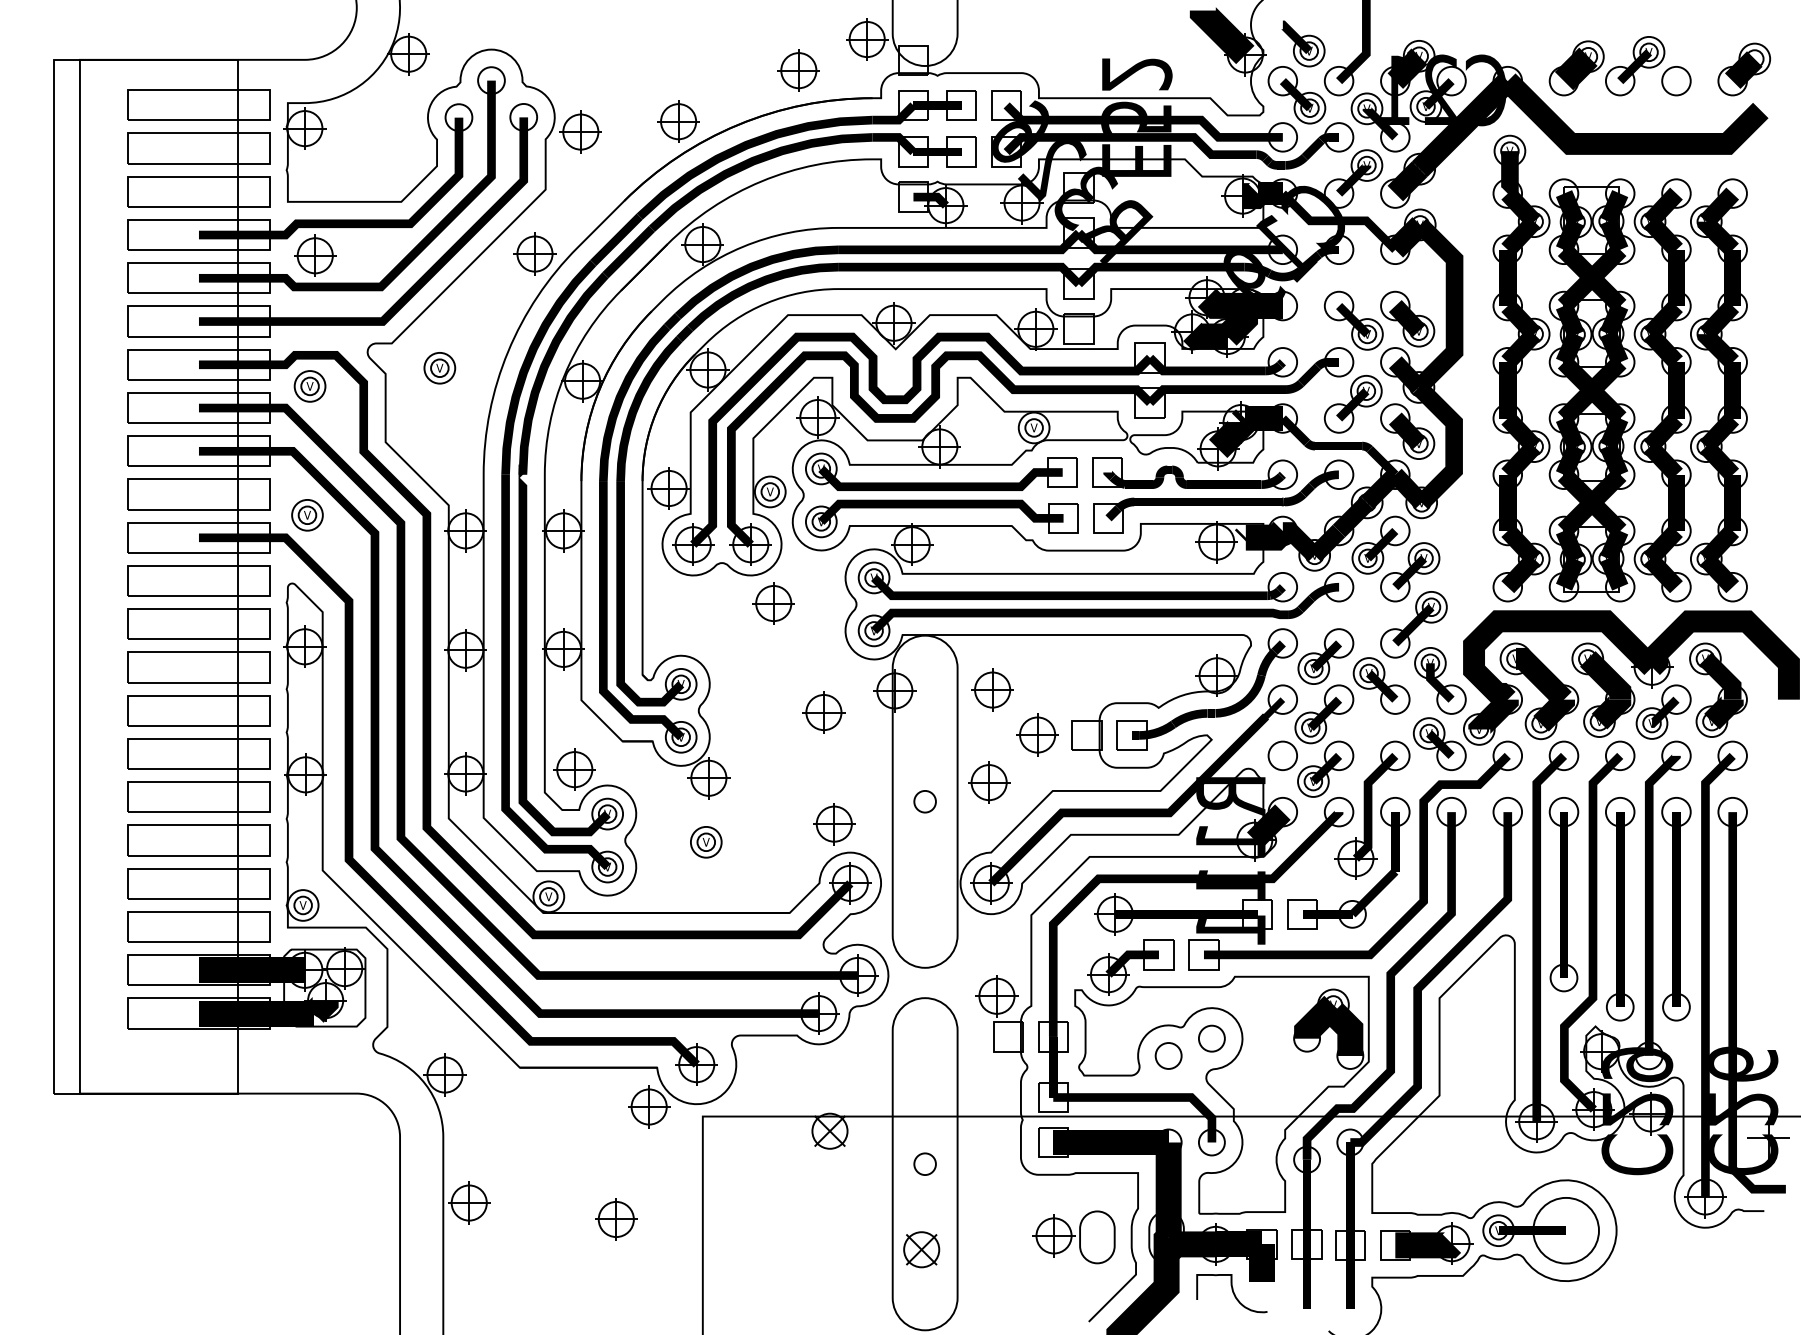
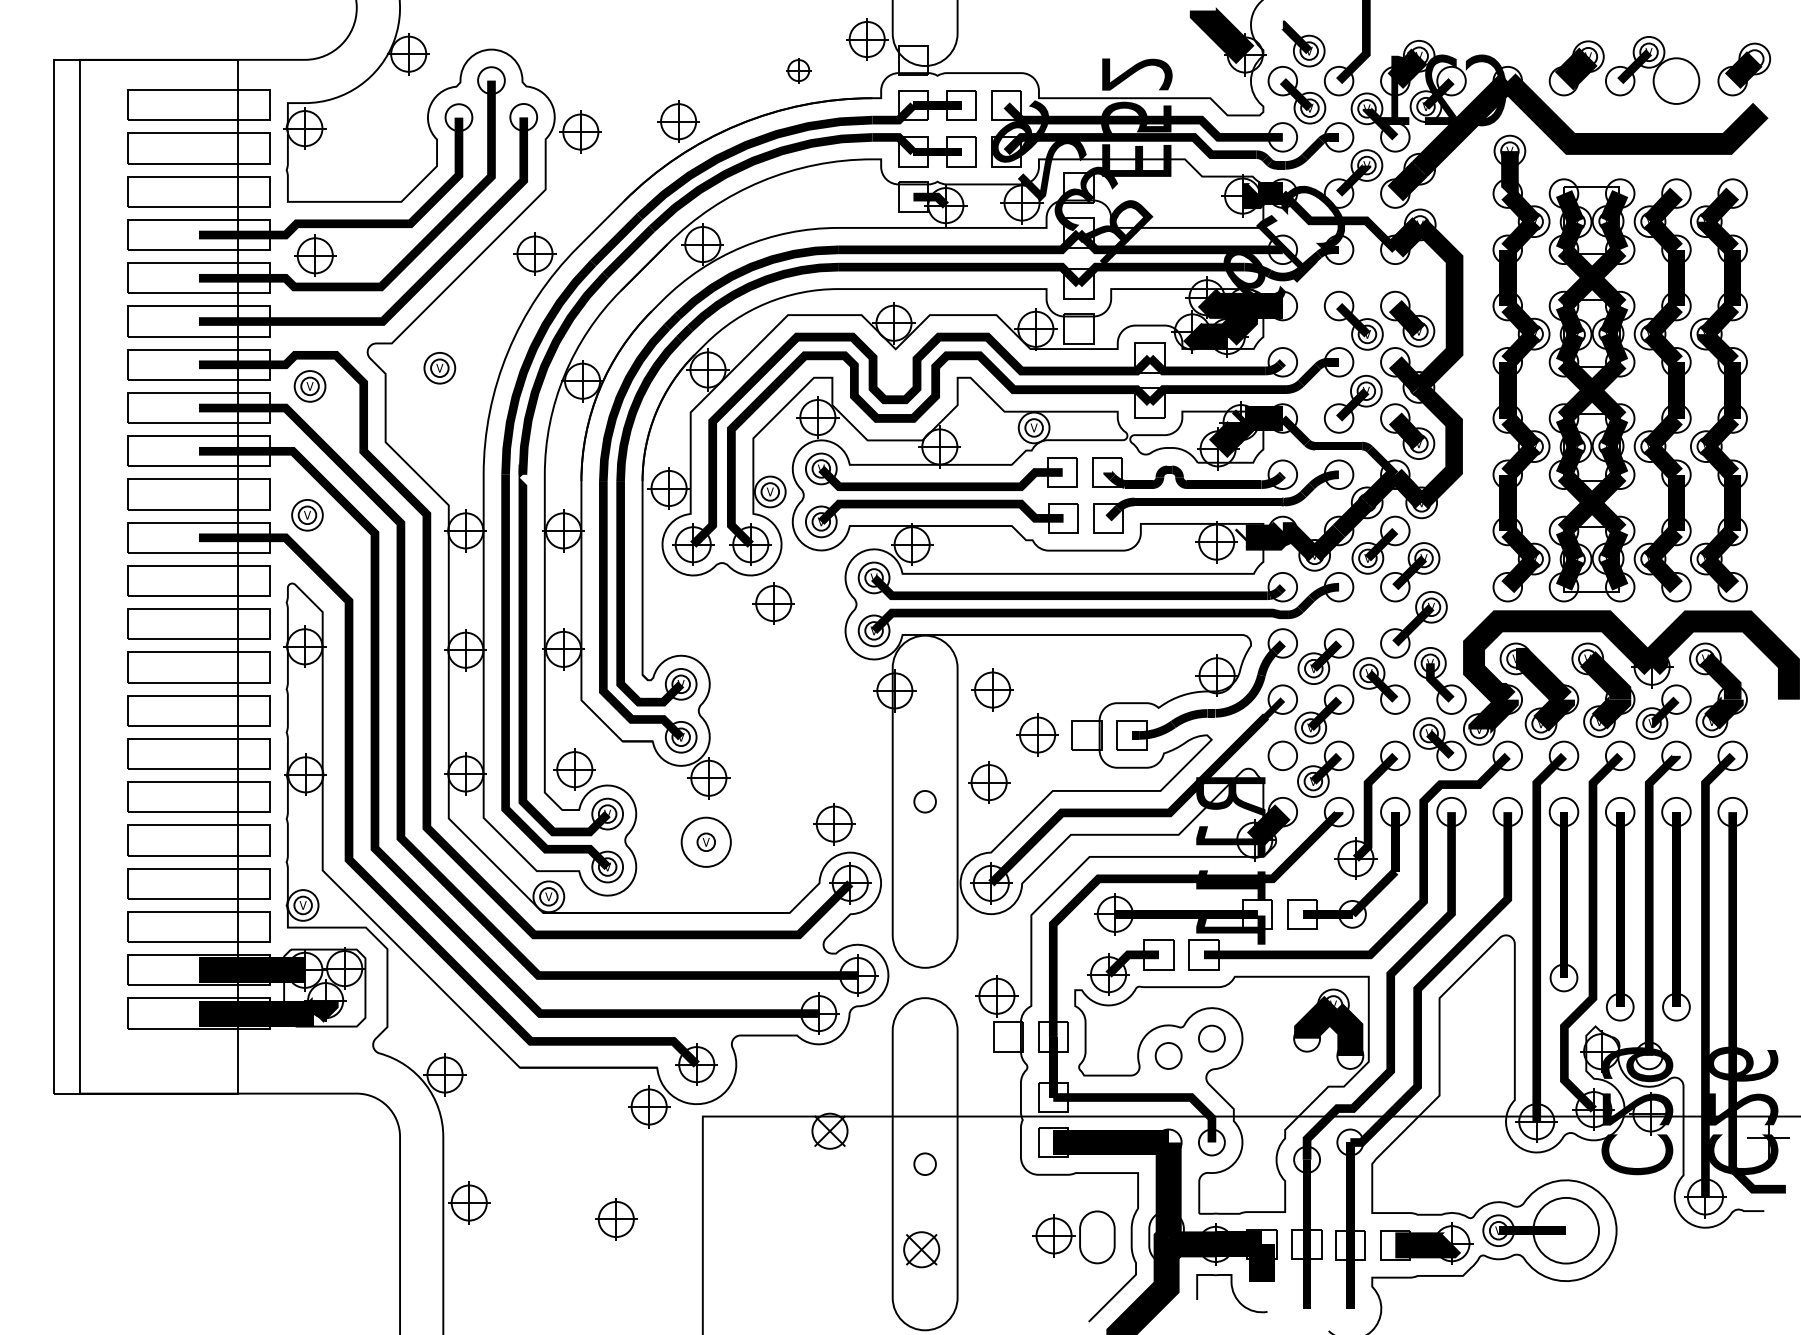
part at (798, 70) size: 43x43 px -> 26x26 px
circle at (1676, 80) diameter: 29 px -> 46 px
part at (823, 712): present -> none
circle at (705, 841) diameter: 31 px -> 49 px
